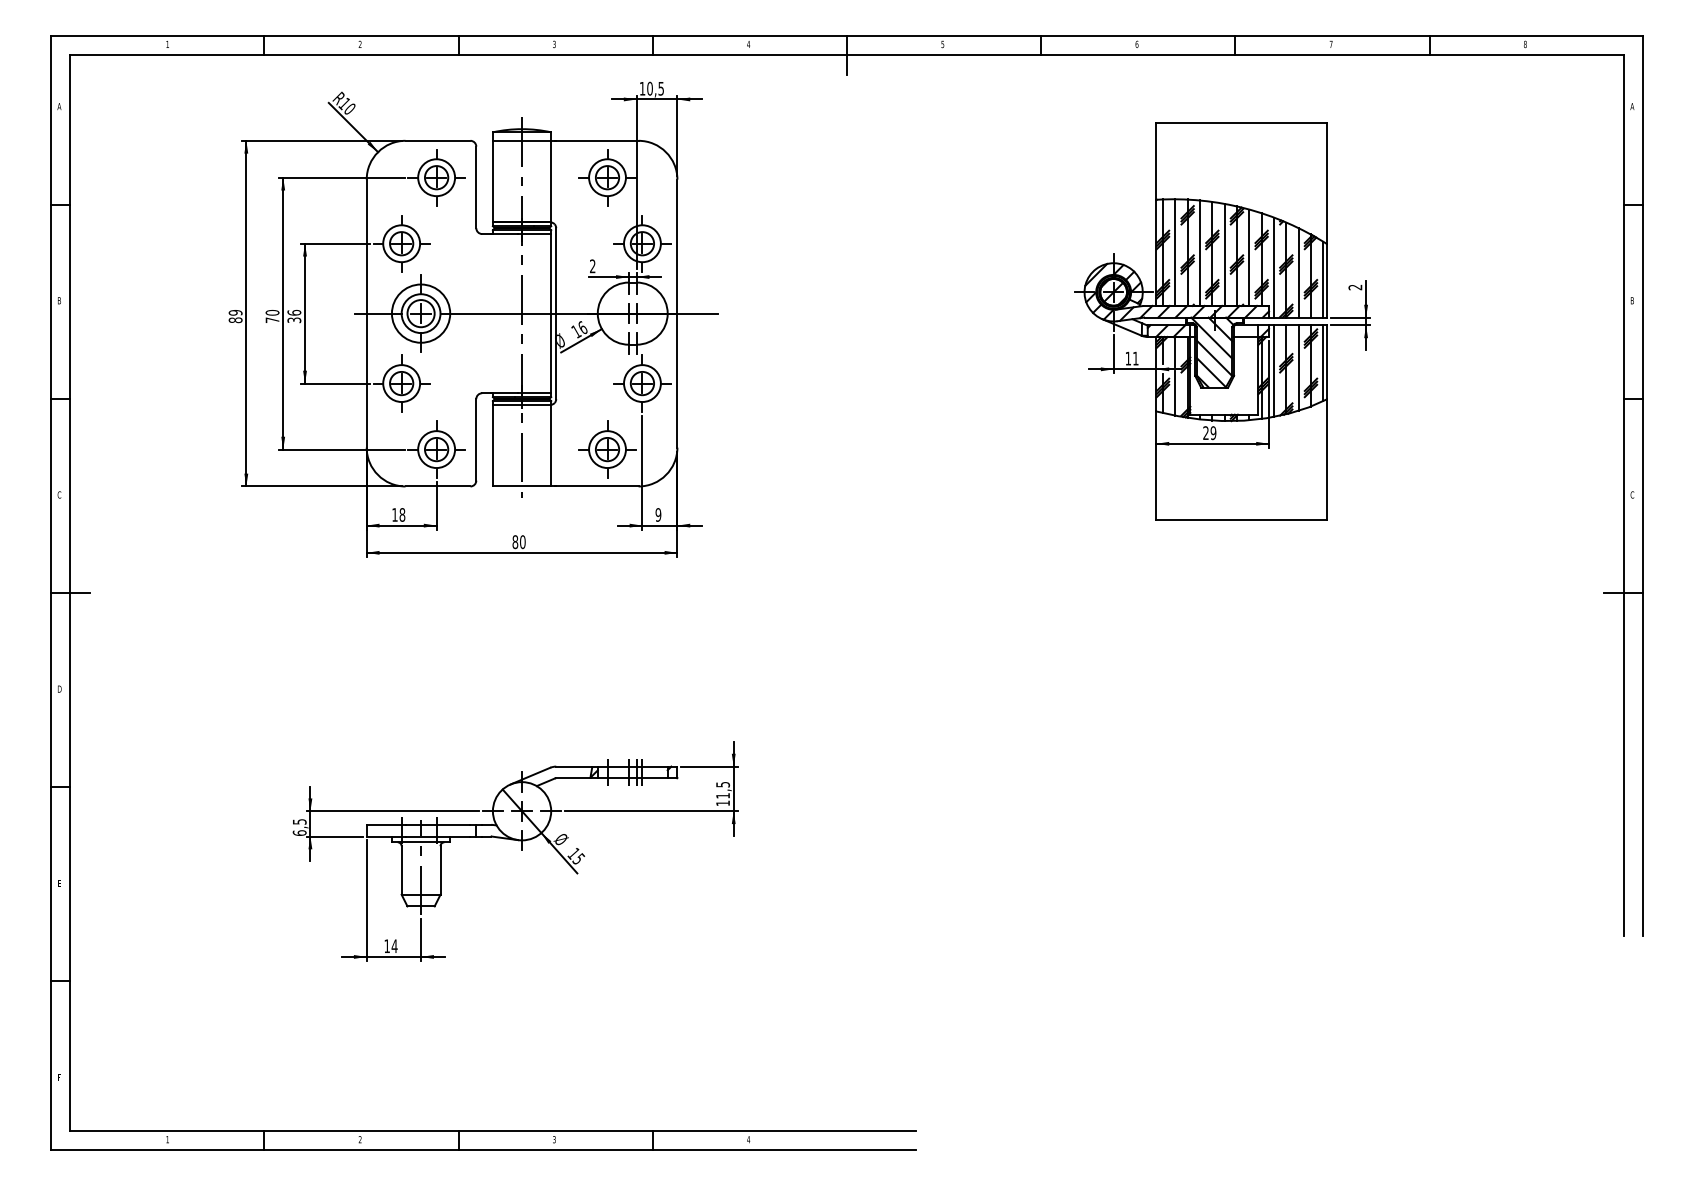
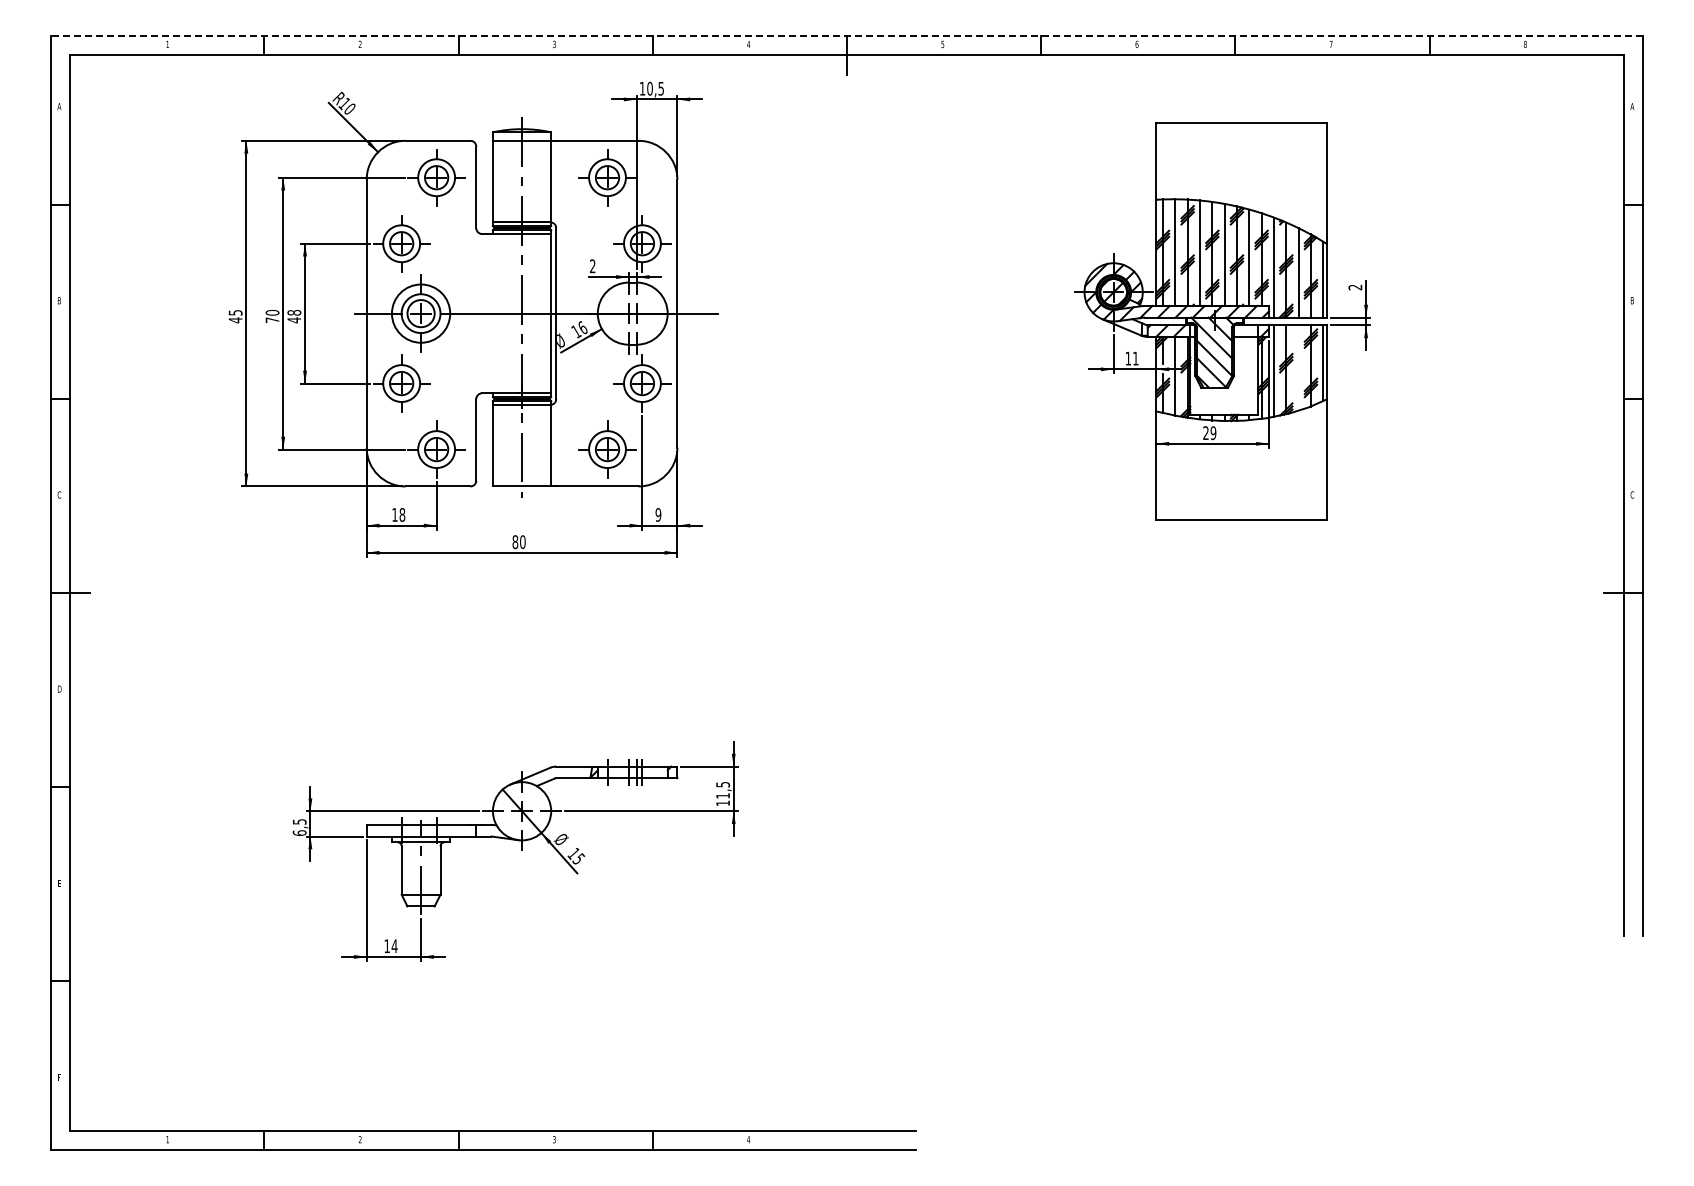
line at (846, 35): solid -> dashed
text at (235, 316): 89 -> 45
text at (294, 316): 36 -> 48
line at (1298, 367): present -> none
